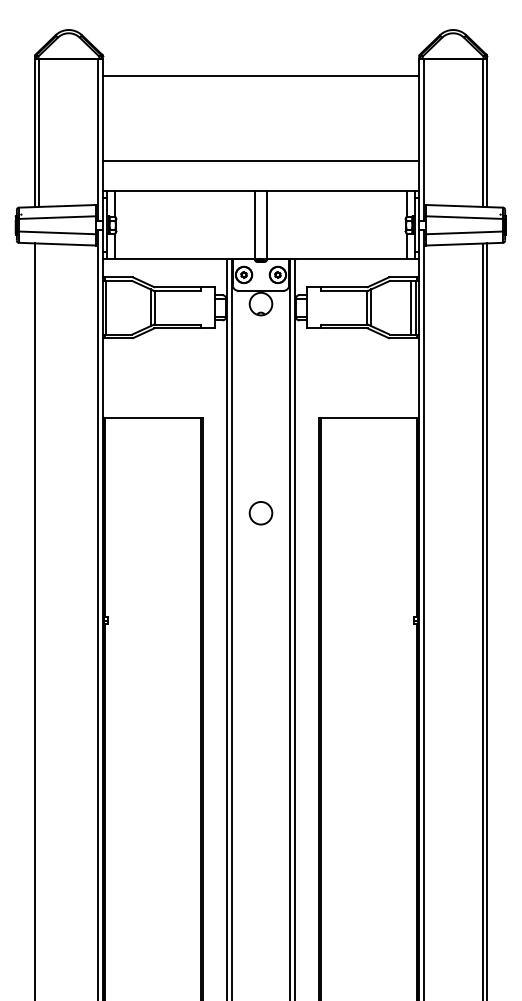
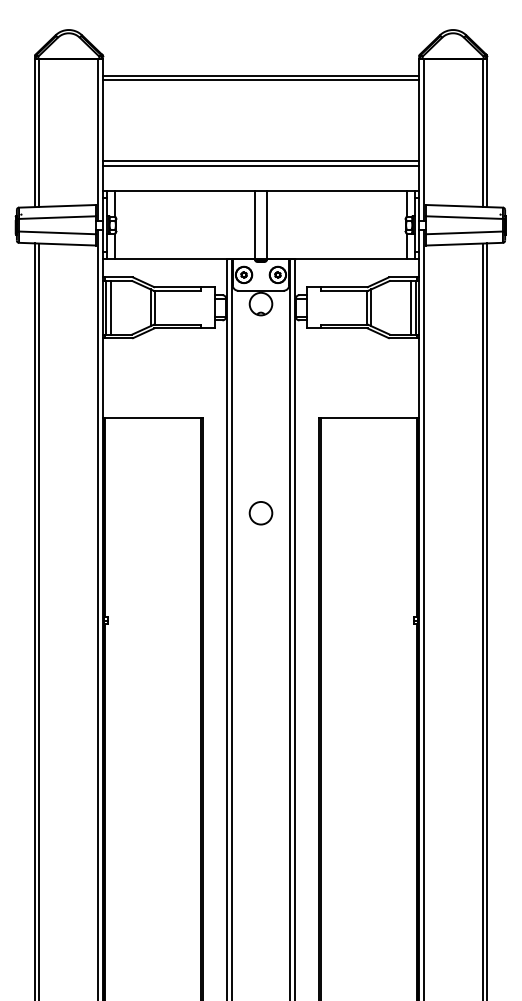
line at (260, 80): none -> present
line at (260, 165): none -> present
line at (110, 307): none -> present
line at (39, 620): none -> present
